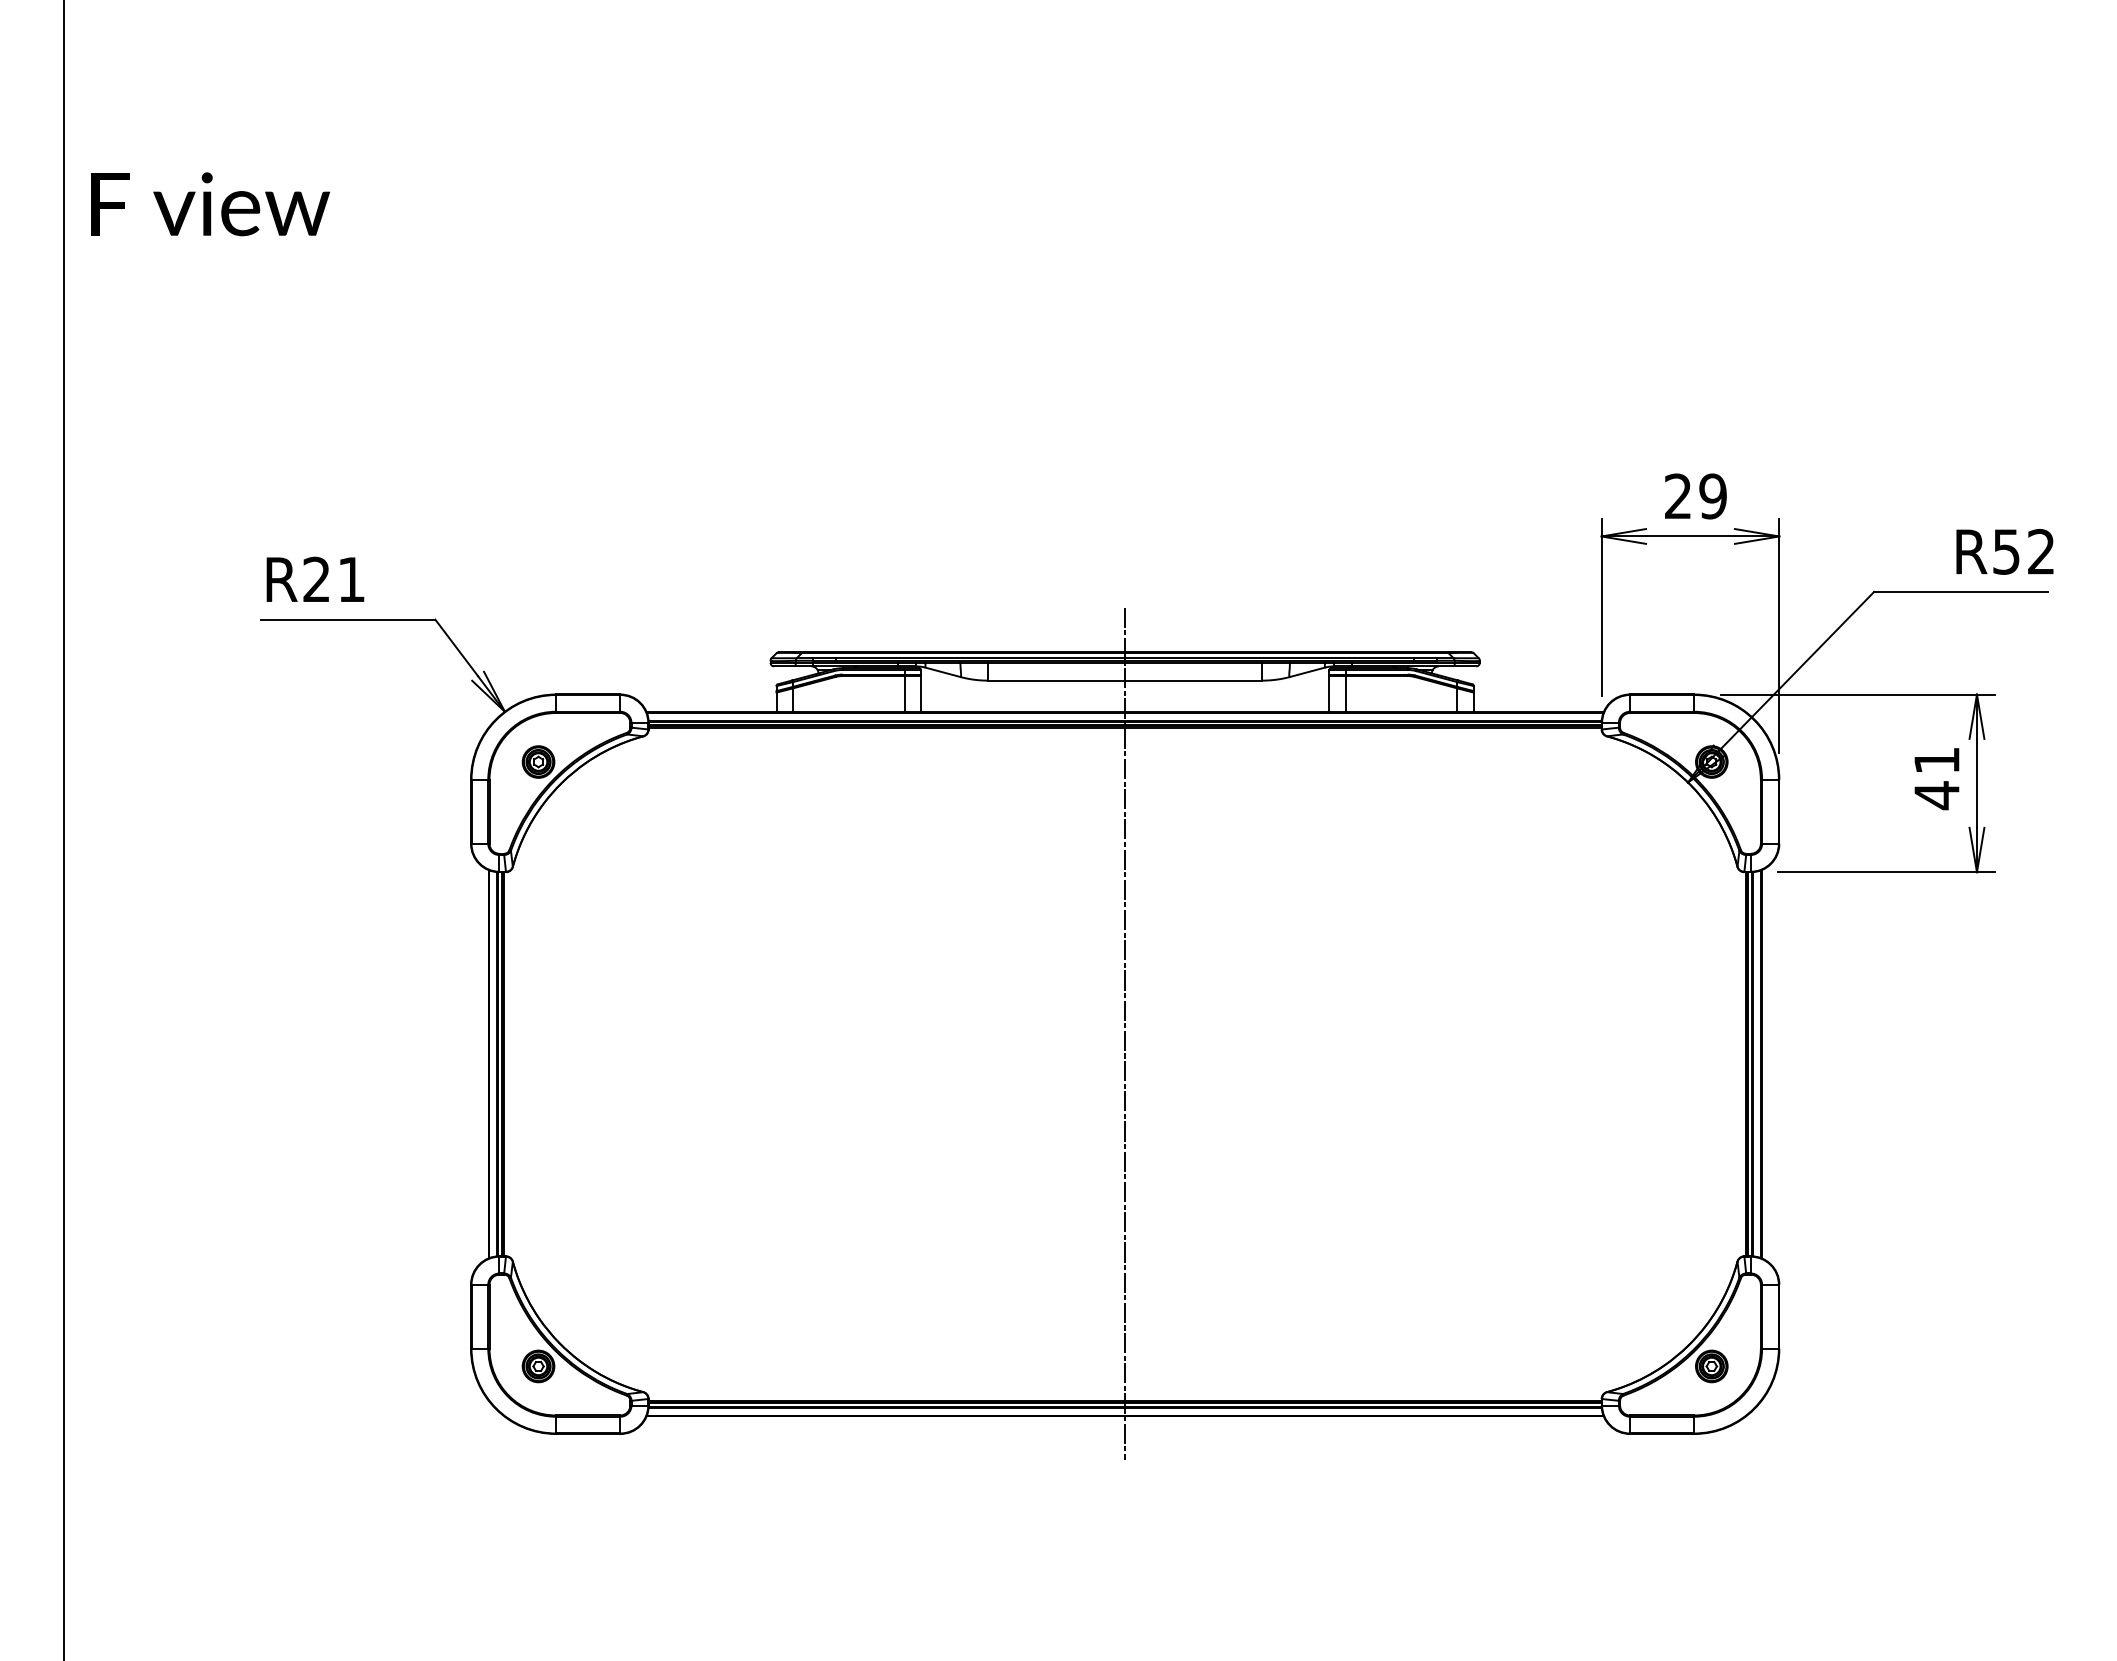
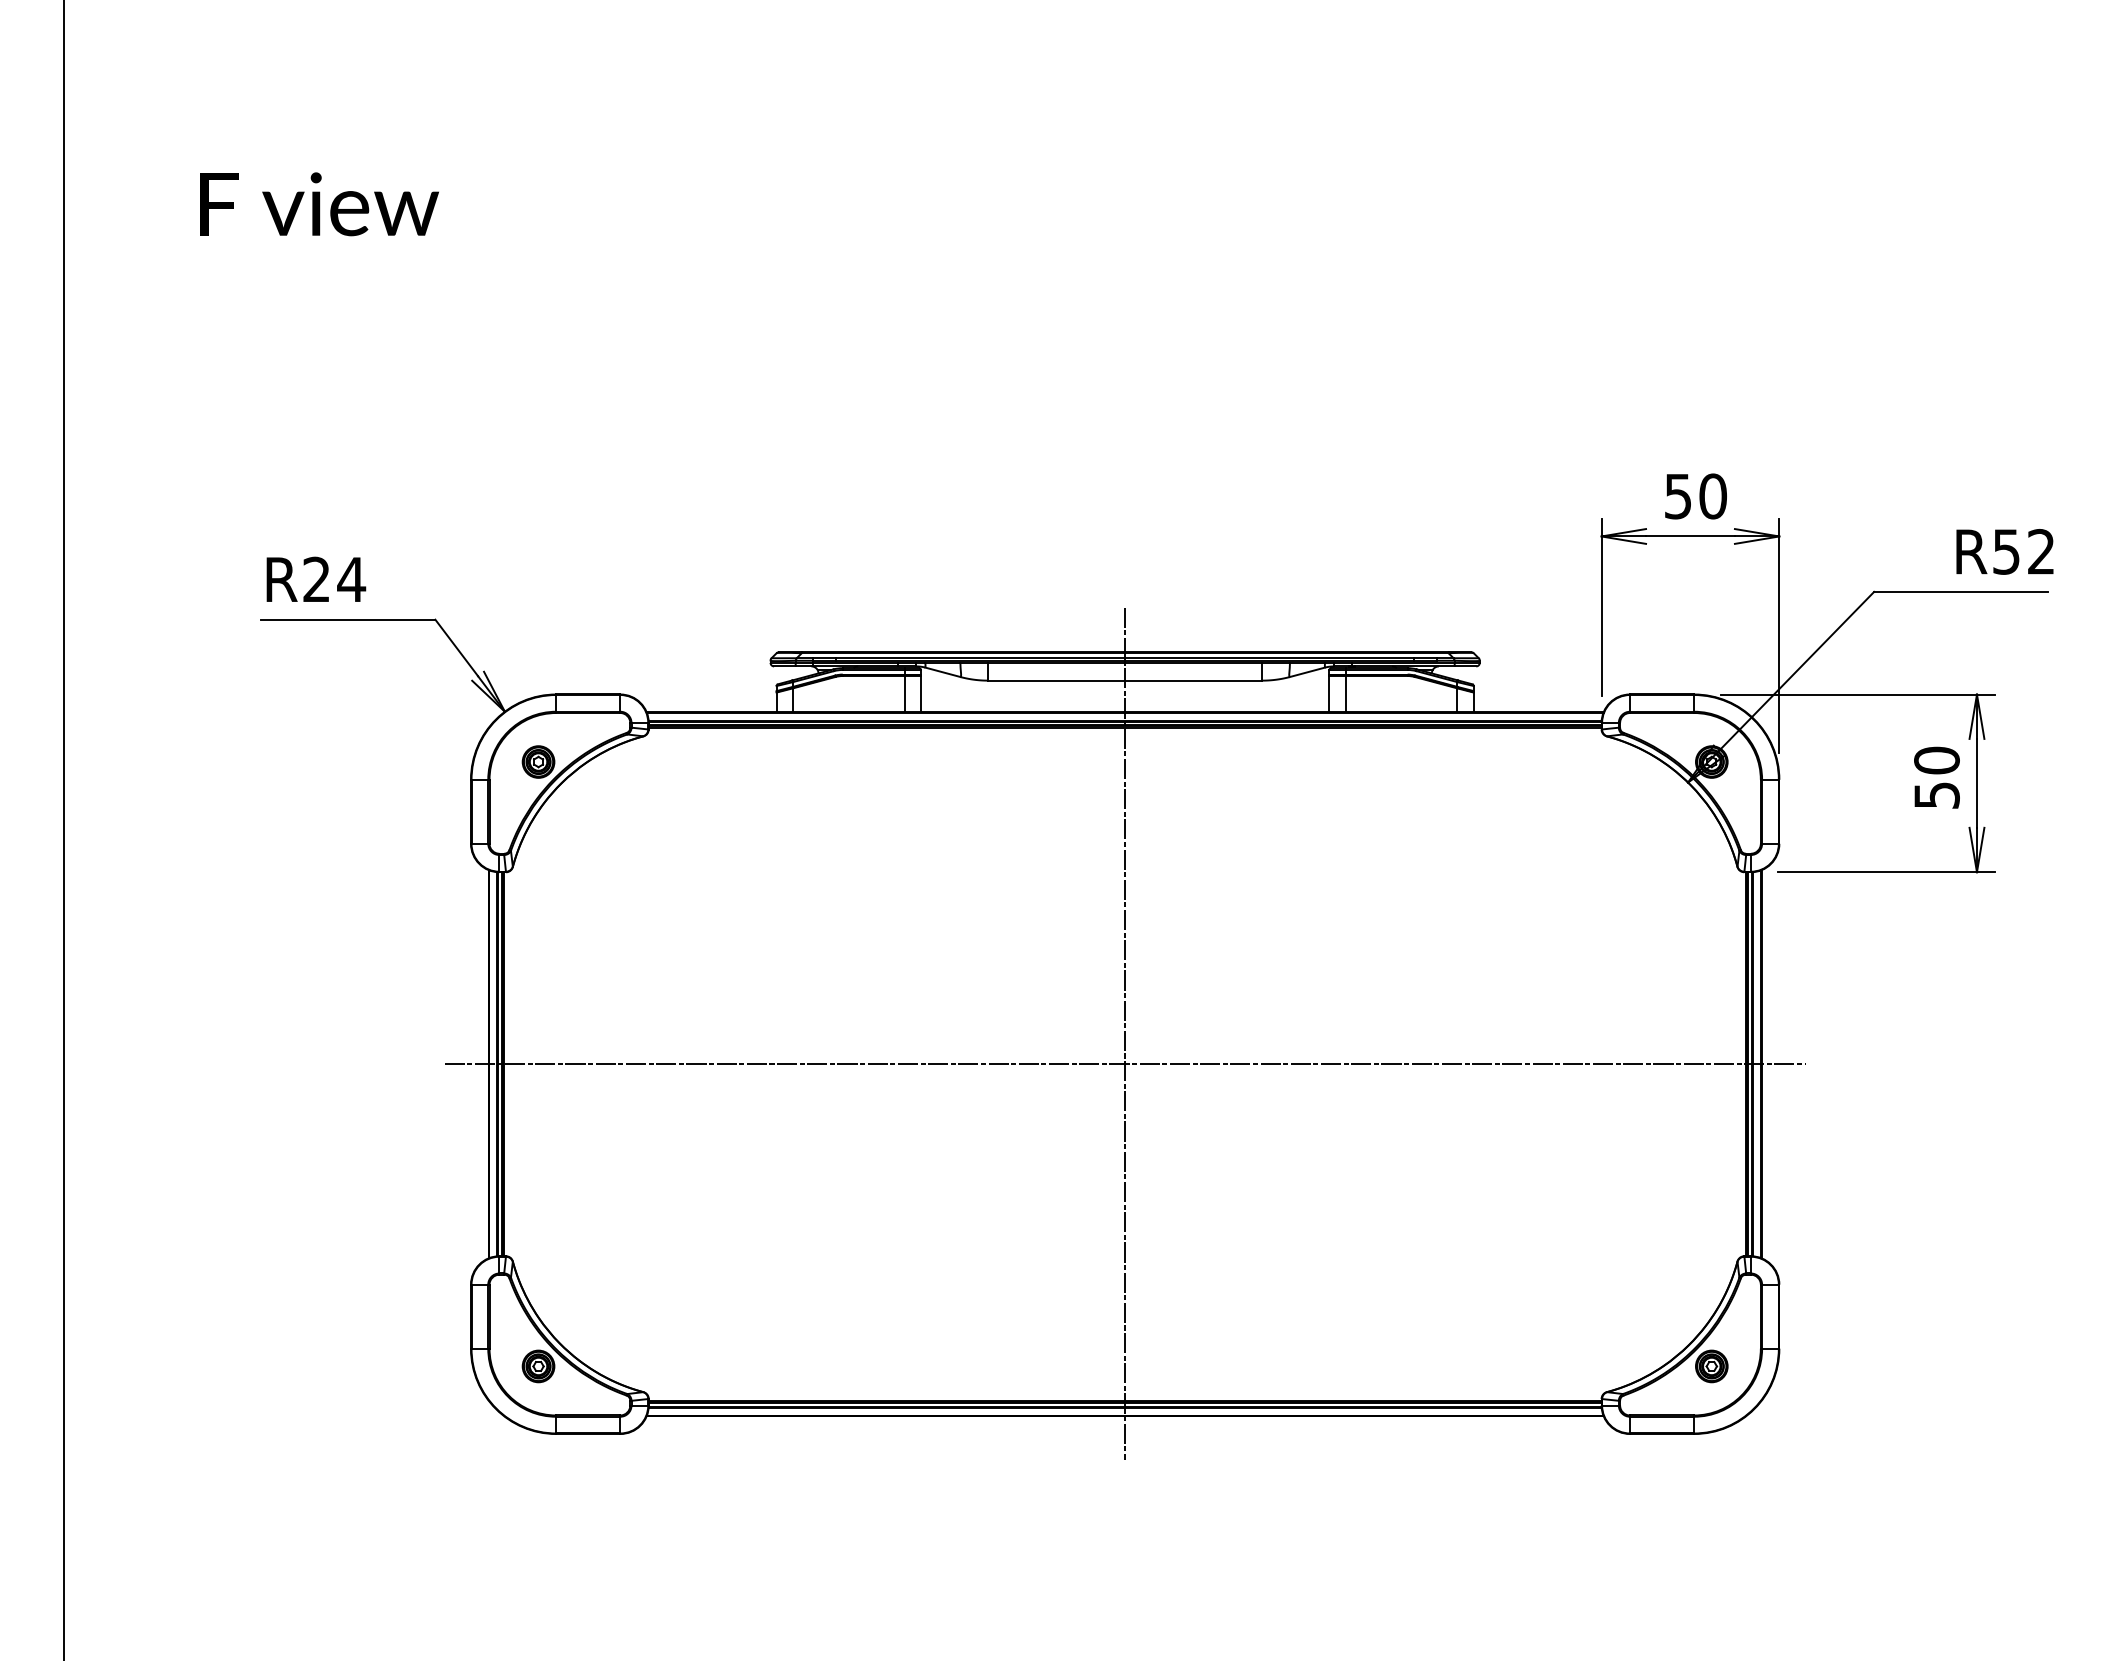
text at (210, 204) position: (210, 204) -> (319, 204)
text at (1695, 496): 29 -> 50
text at (351, 579): R21 -> R24
text at (1936, 778): 41 -> 50
line at (1124, 1064): none -> present
